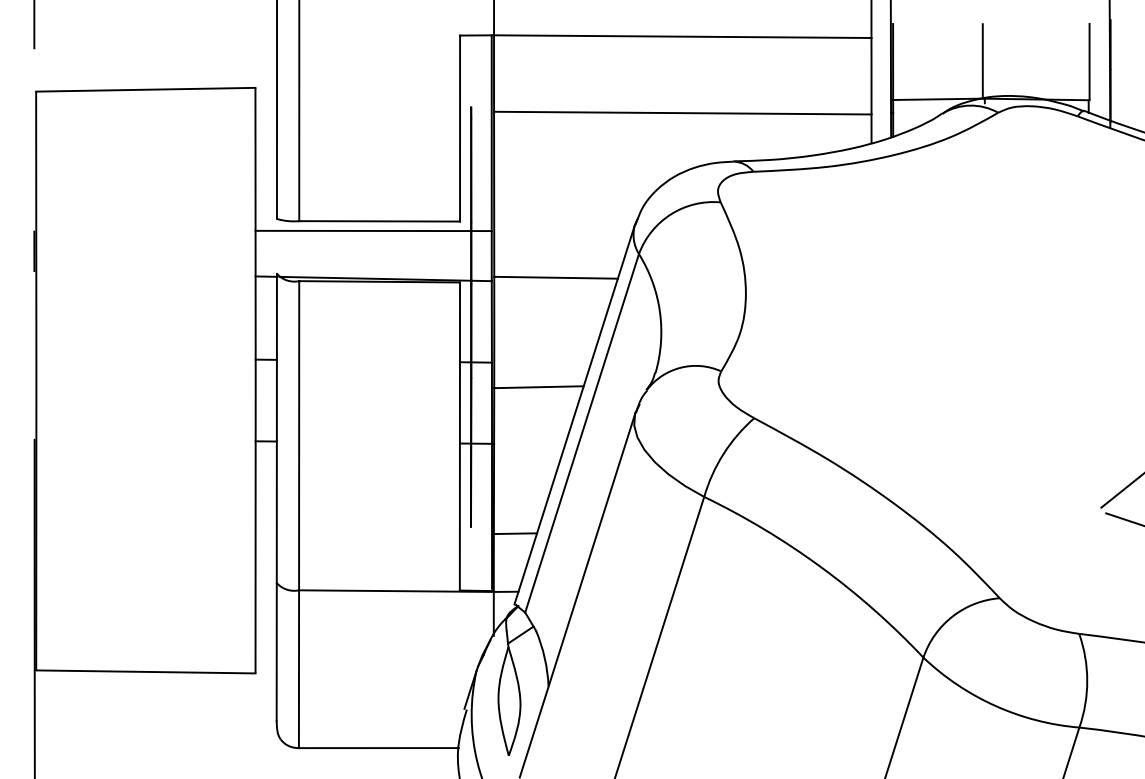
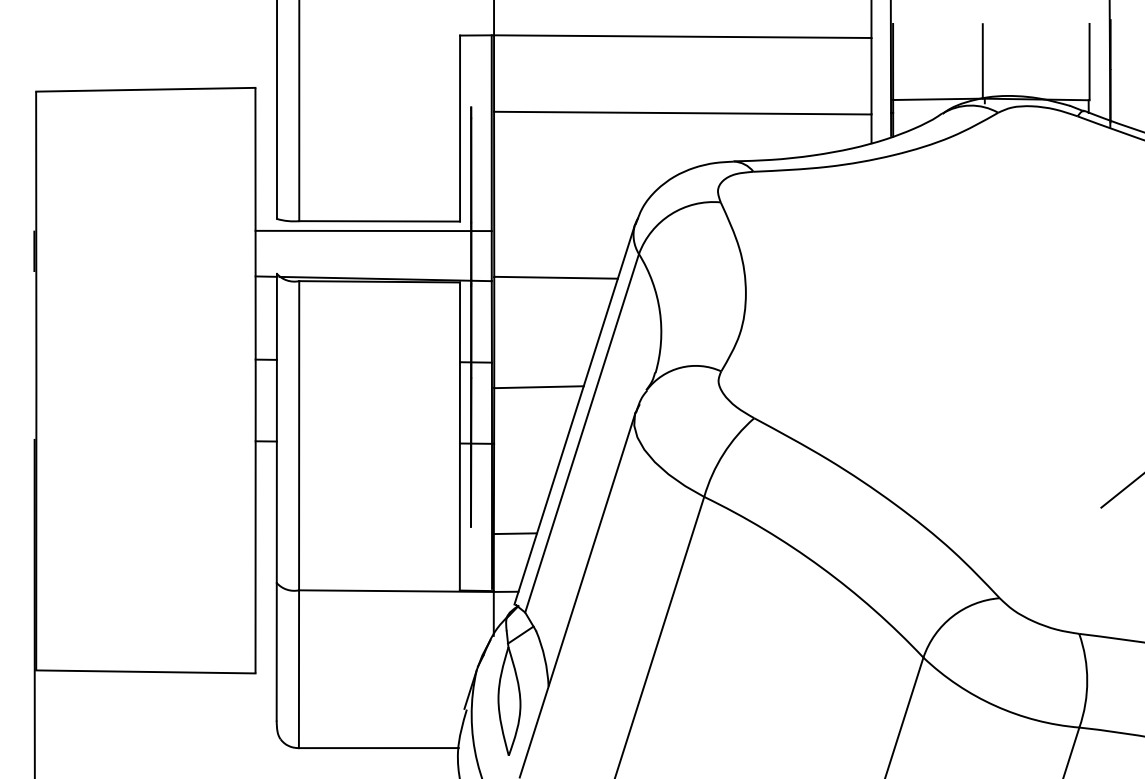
line at (34, 25): present -> none
line at (1123, 519): present -> none
